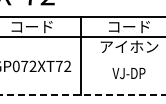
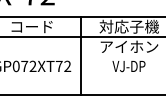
text at (128, 26): コード -> 対応子機
text at (128, 73) position: (128, 73) -> (128, 66)
line at (83, 95): dashed -> solid
